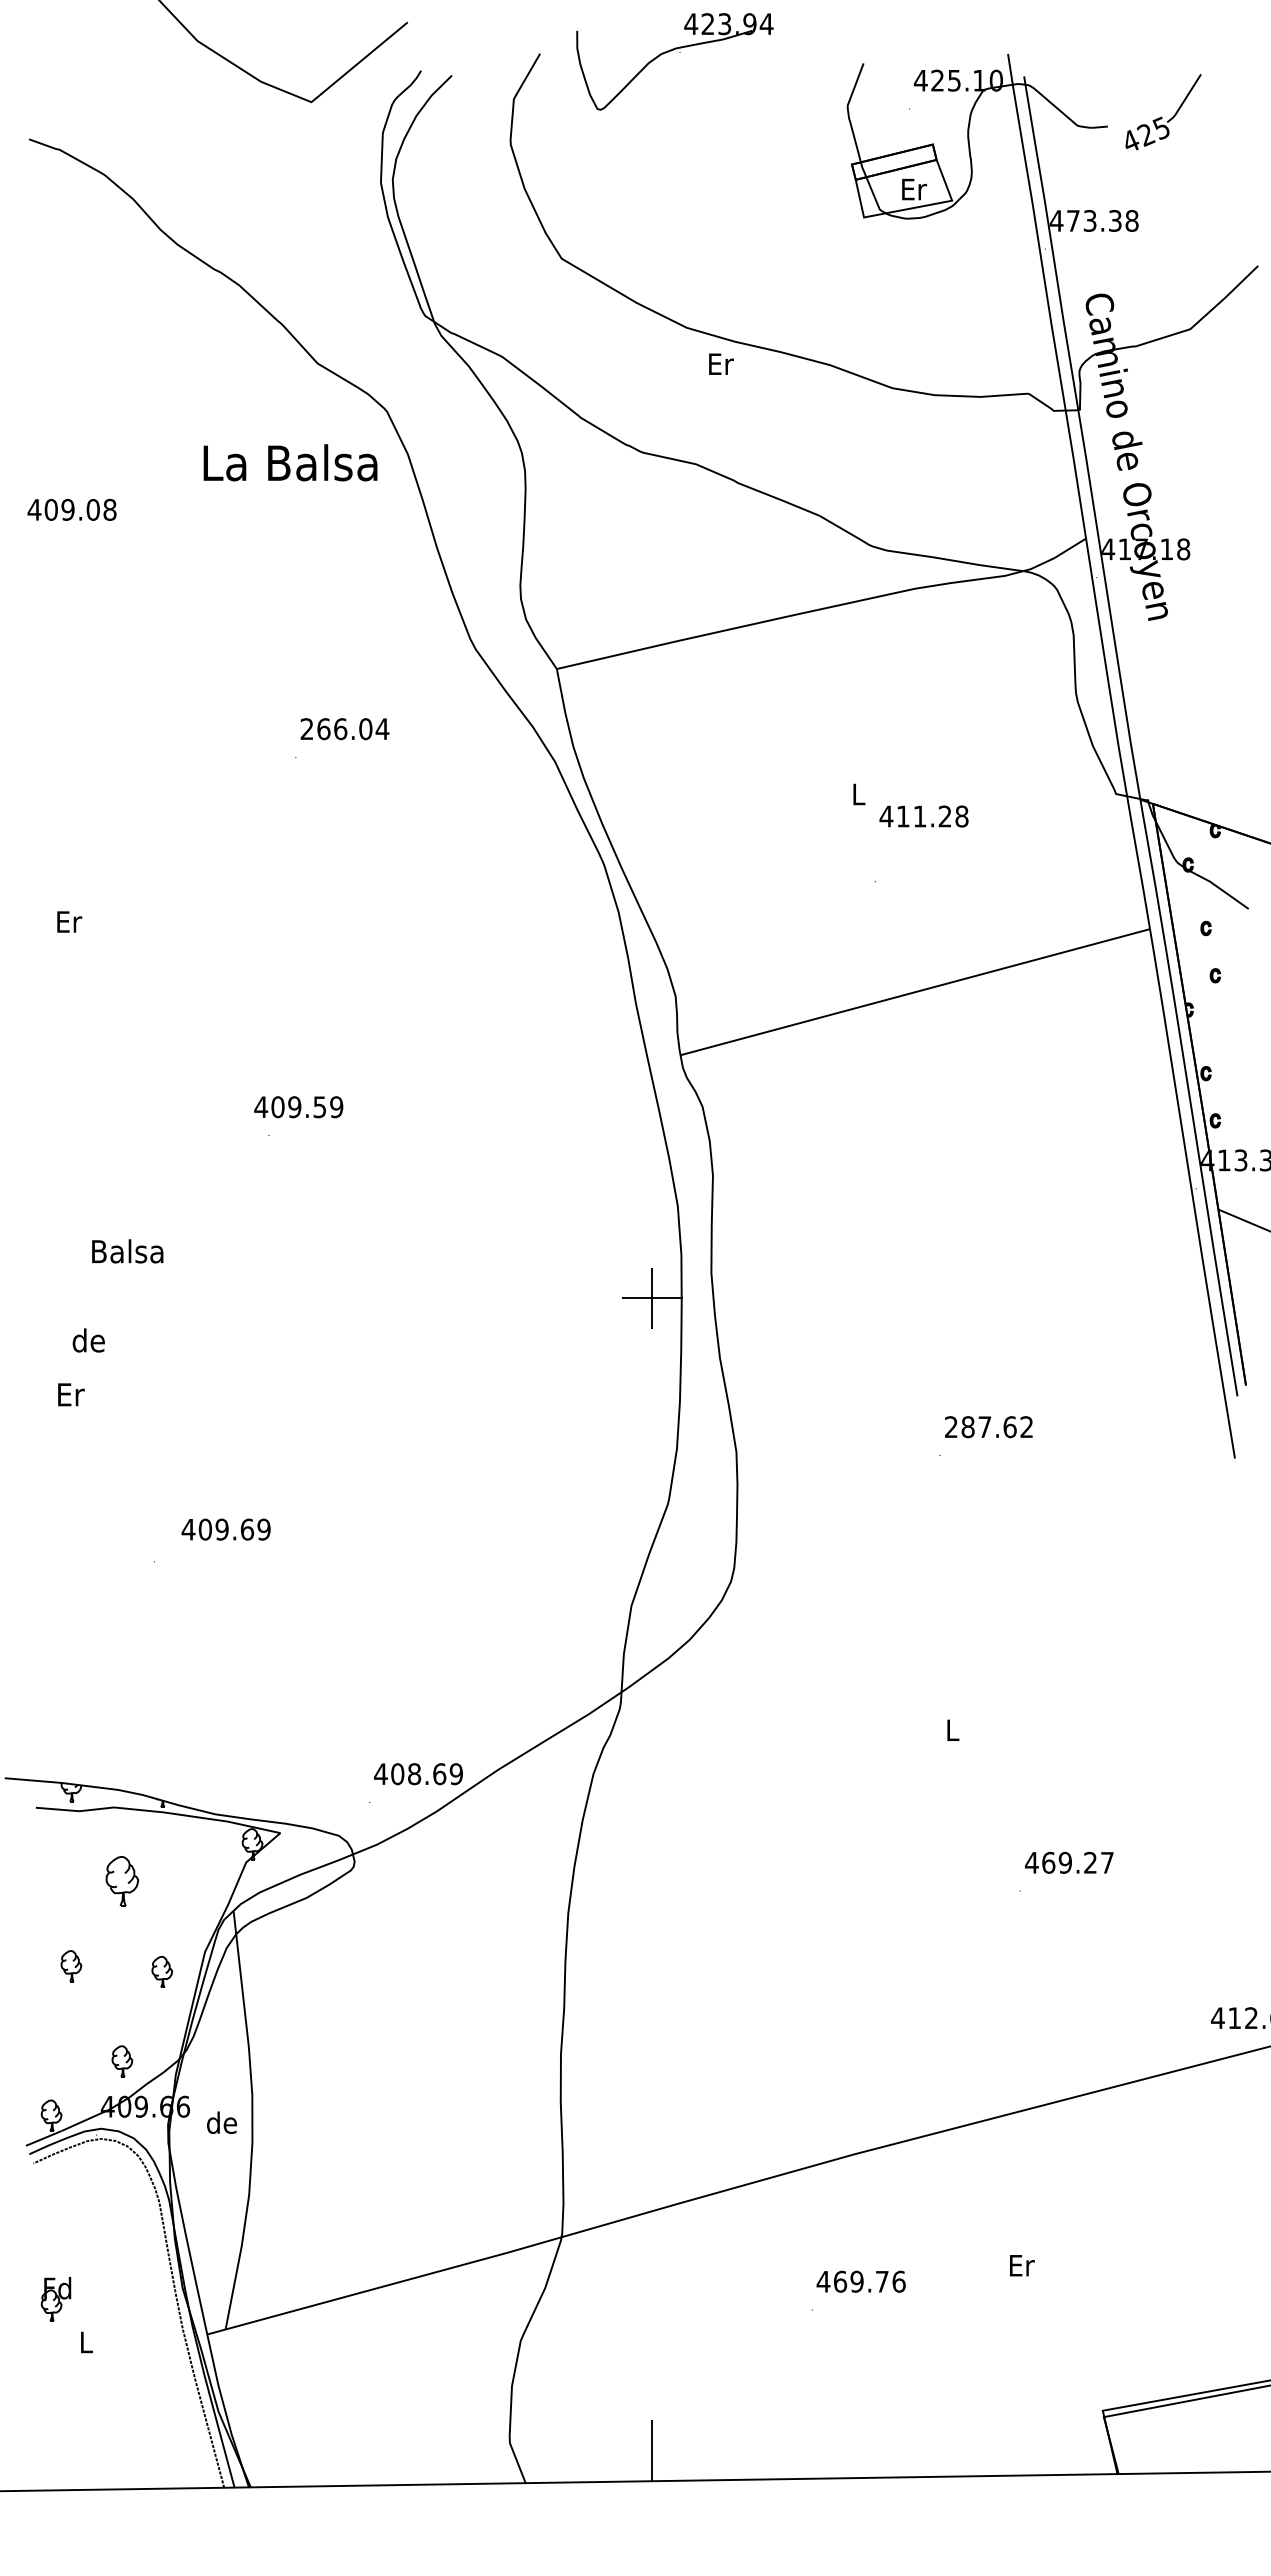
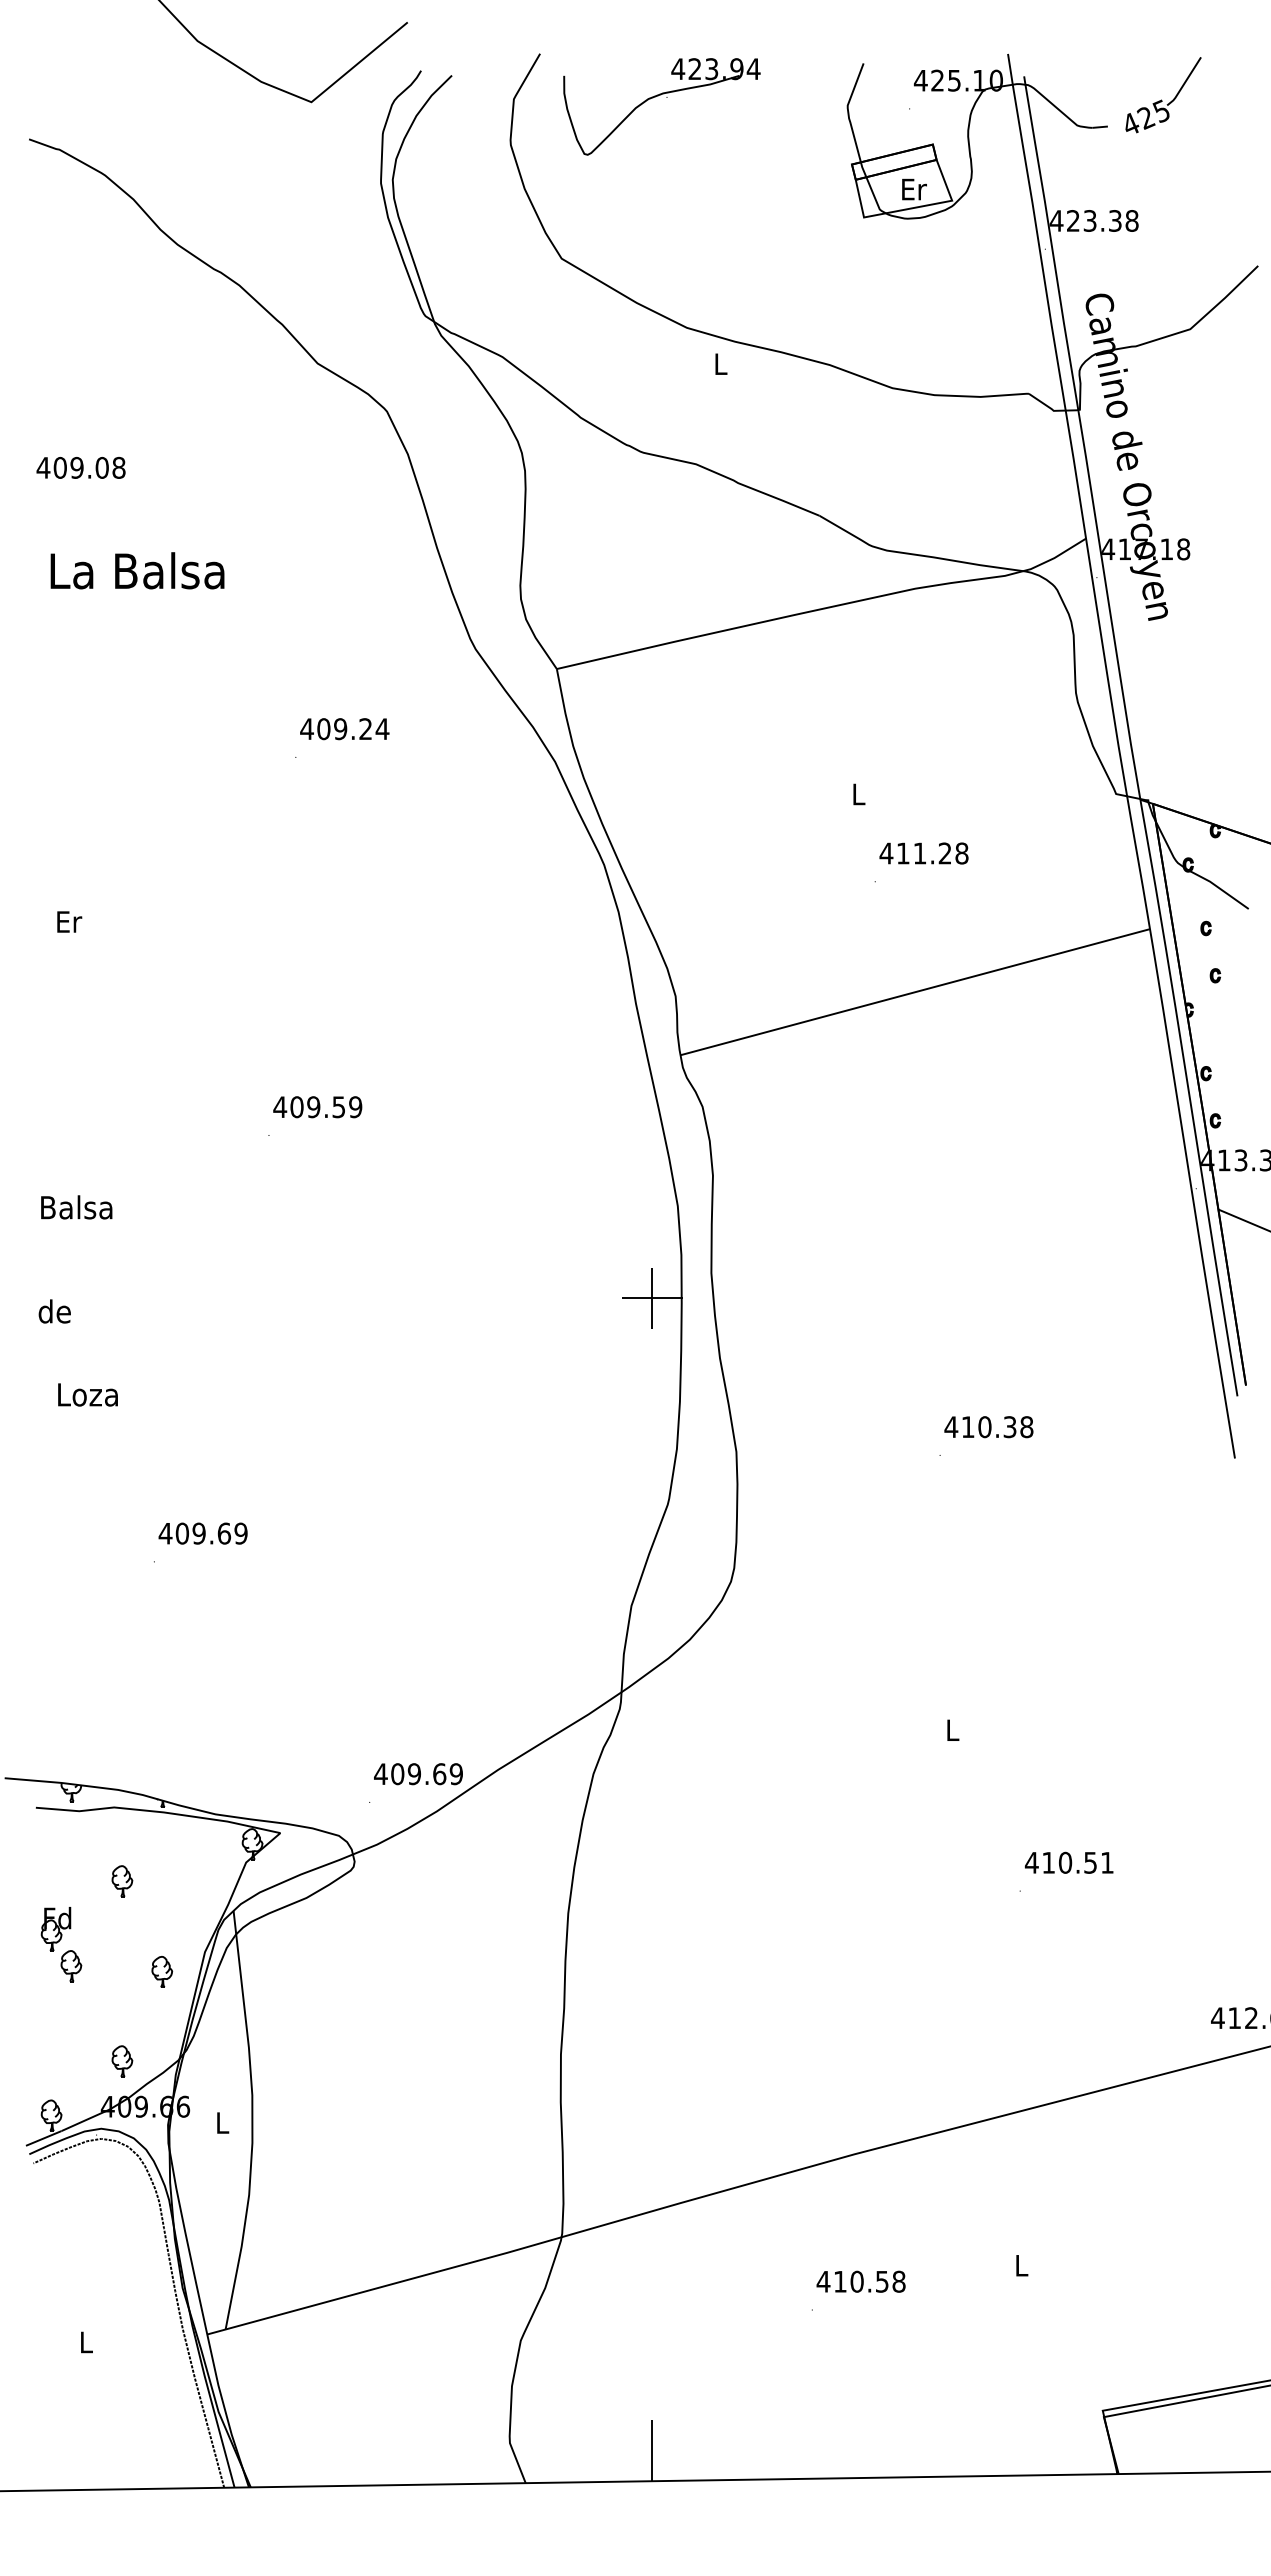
part at (679, 52) position: (679, 52) -> (666, 97)
part at (1163, 112) position: (1163, 112) -> (1163, 95)
text at (1073, 220): 473.38 -> 423.38
text at (721, 363): Er -> L
text at (290, 462) position: (290, 462) -> (137, 570)
text at (71, 509) position: (71, 509) -> (80, 467)
text at (336, 729): 266.04 -> 409.24
text at (923, 816) position: (923, 816) -> (923, 853)
text at (298, 1107) position: (298, 1107) -> (317, 1107)
text at (127, 1251) position: (127, 1251) -> (76, 1207)
text at (88, 1340) position: (88, 1340) -> (54, 1311)
text at (89, 1394): Er -> Loza
text at (988, 1427): 287.62 -> 410.38
text at (225, 1529) position: (225, 1529) -> (202, 1533)
text at (414, 1774): 408.69 -> 409.69
text at (1077, 1862): 469.27 -> 410.51
part at (122, 1881) size: 35x51 px -> 23x33 px
text at (221, 2122): de -> L
text at (1022, 2265): Er -> L
text at (869, 2281): 469.76 -> 410.58
part at (55, 2299) position: (55, 2299) -> (55, 1929)
